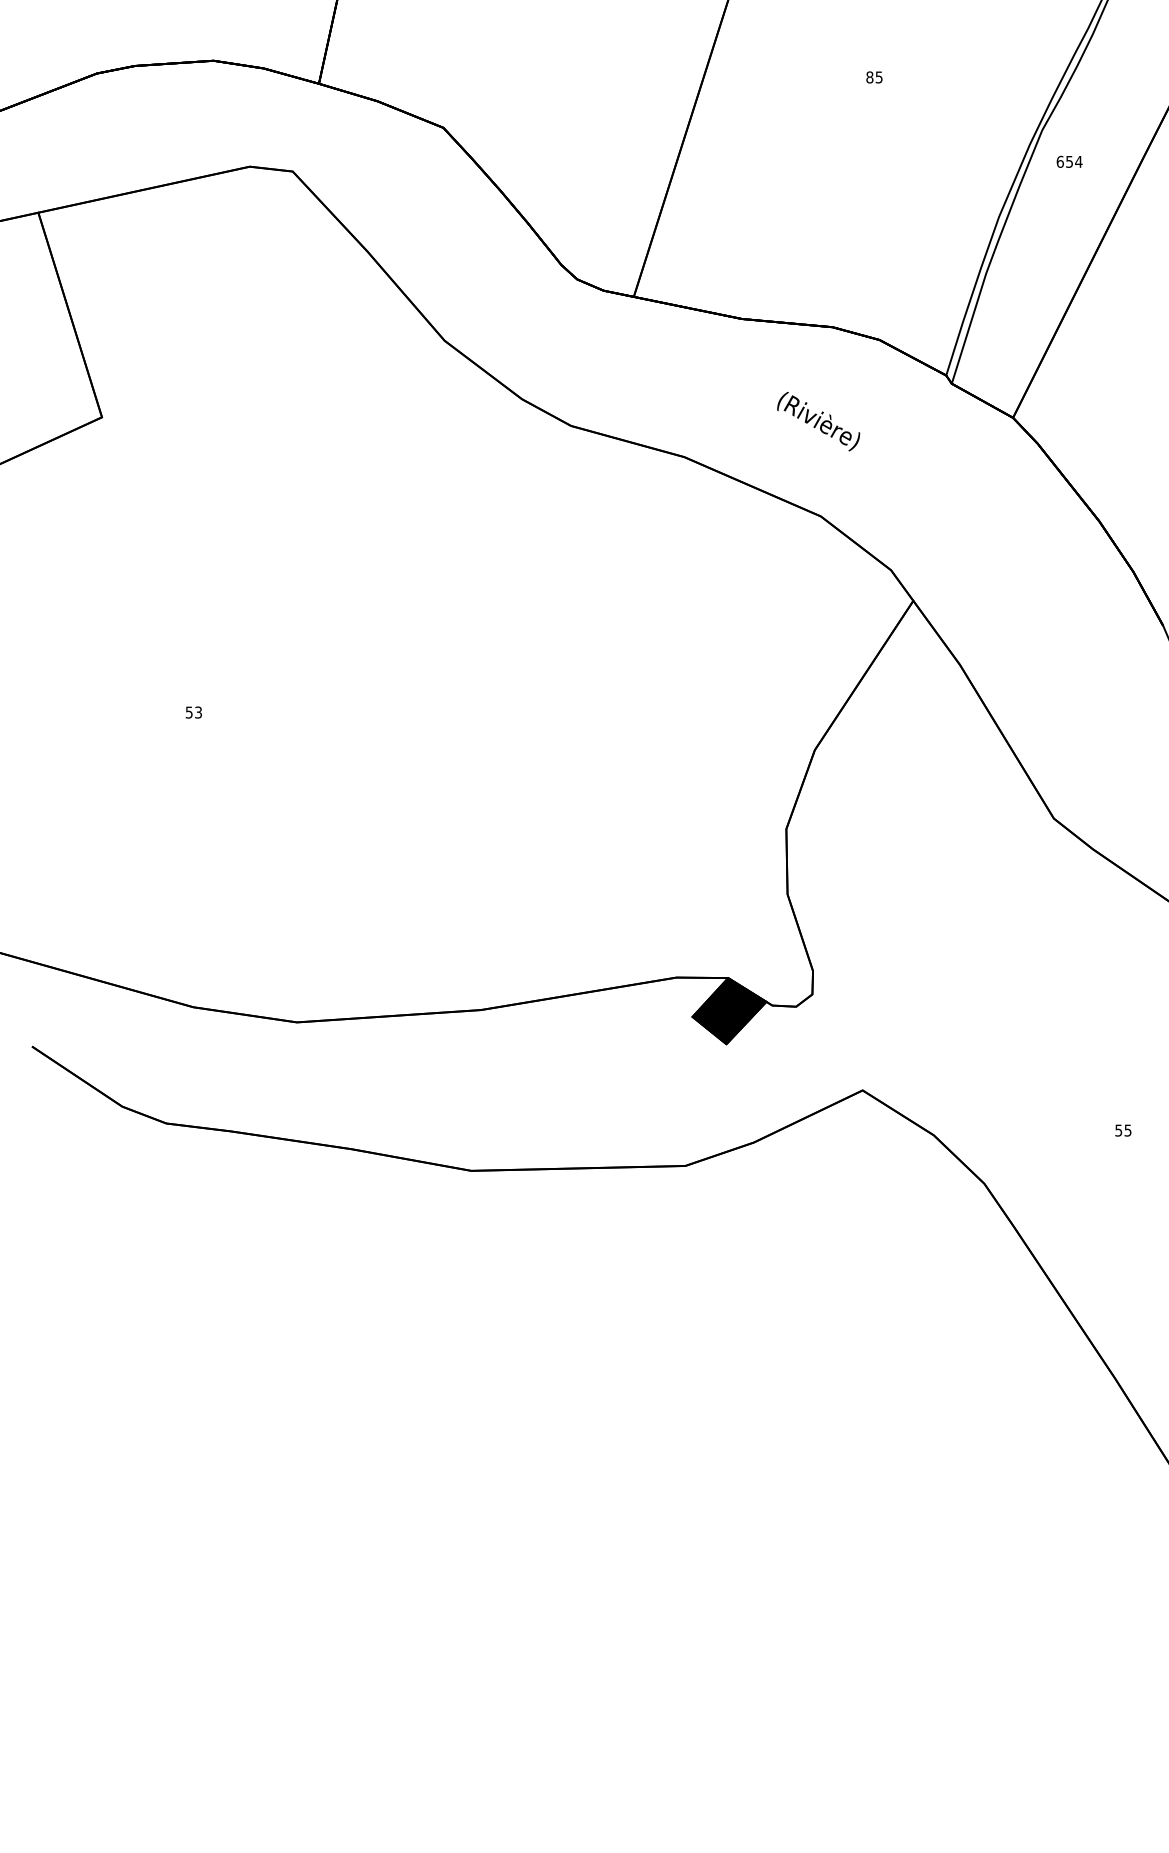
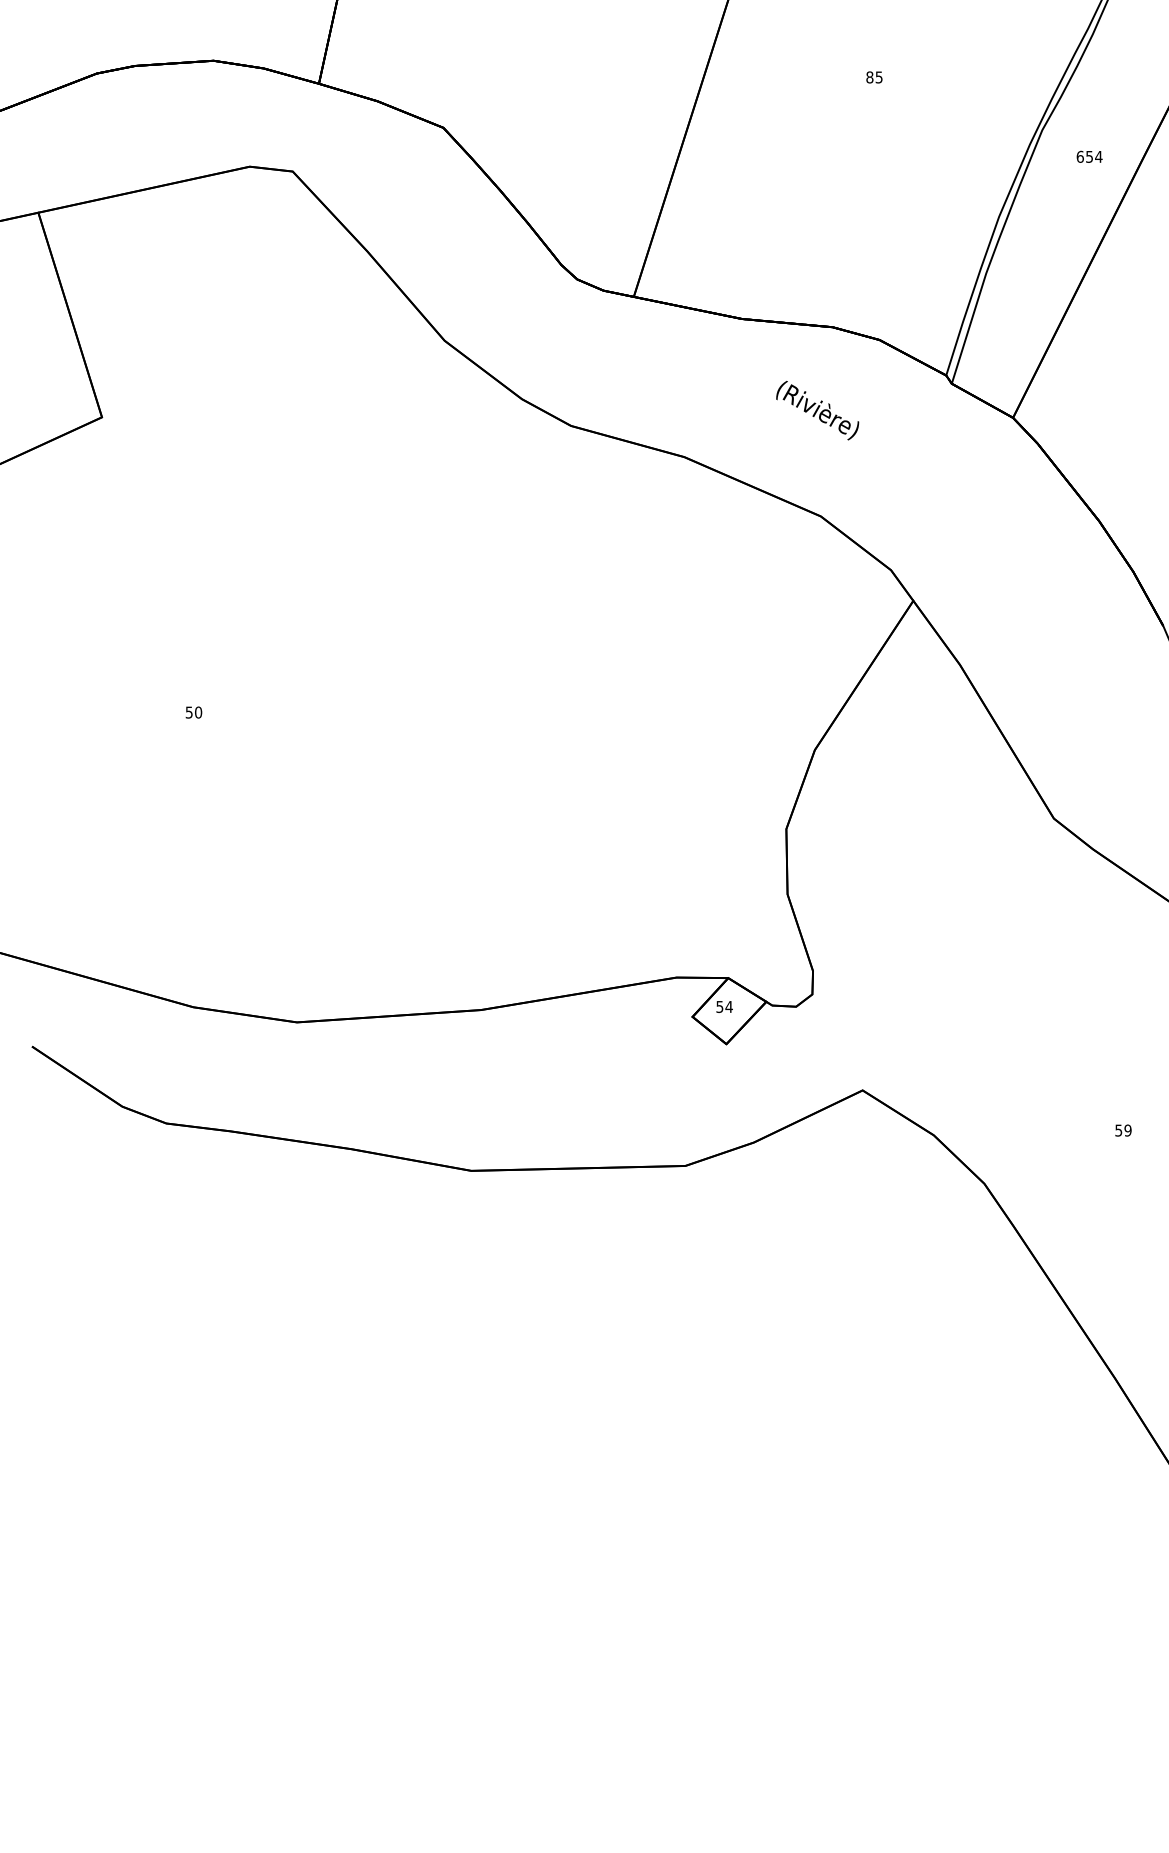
text at (1069, 161) position: (1069, 161) -> (1089, 156)
text at (818, 421) position: (818, 421) -> (817, 410)
text at (198, 712): 53 -> 50
fill at (729, 1011): present -> none
text at (1127, 1130): 55 -> 59
